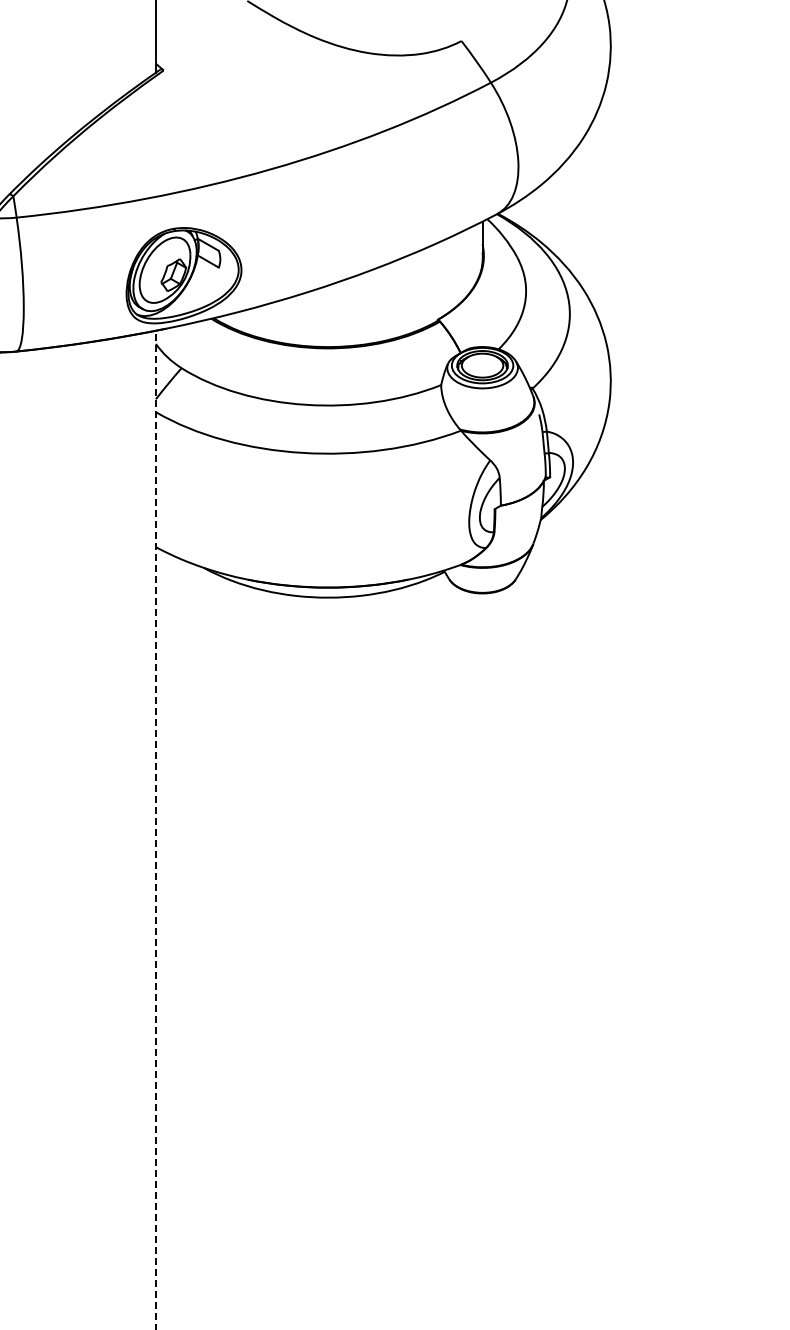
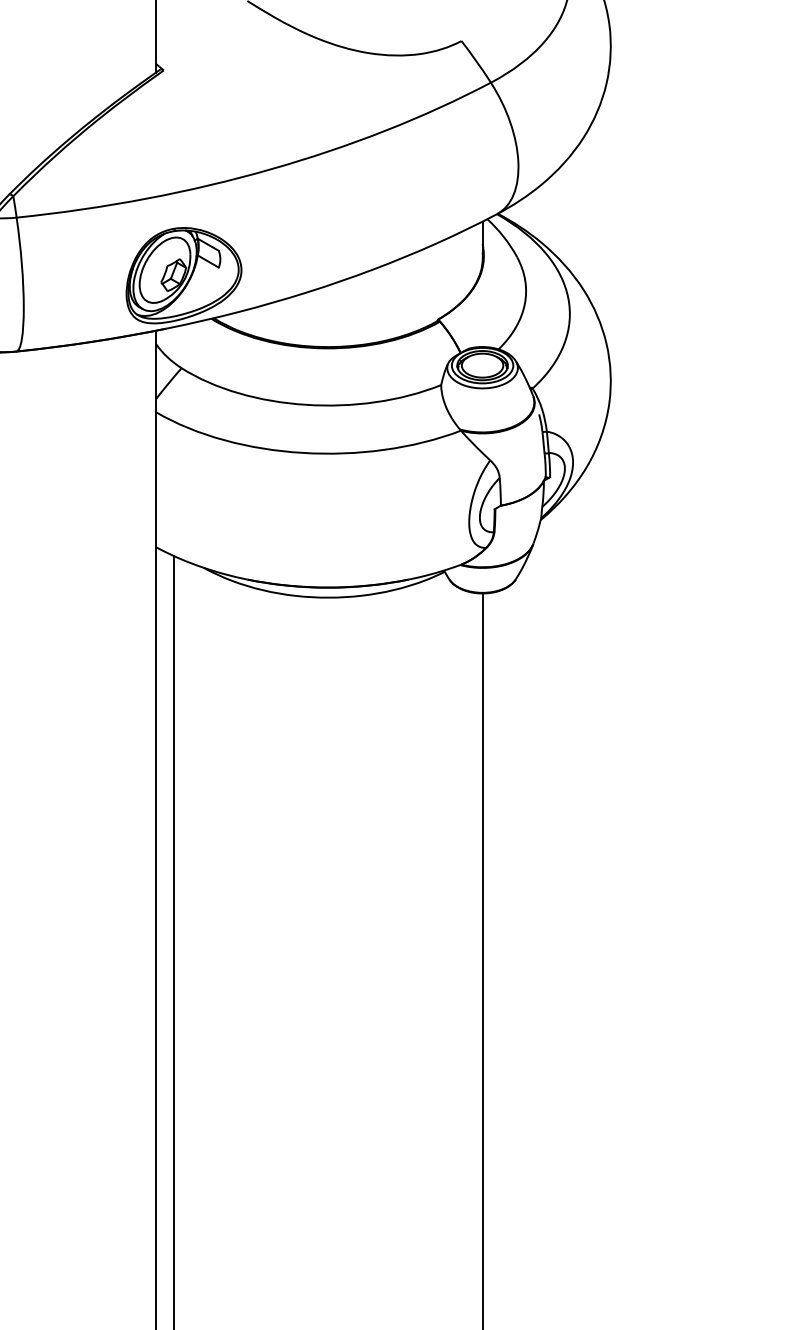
line at (155, 829): dashed -> solid
line at (173, 940): none -> present
line at (482, 959): none -> present
